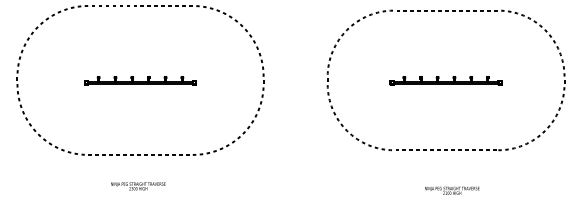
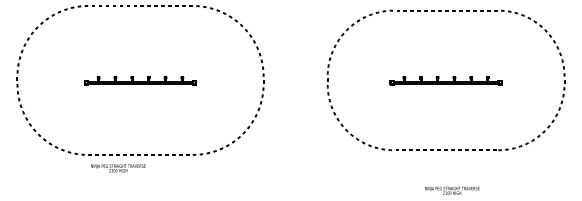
text at (138, 186) position: (138, 186) -> (118, 168)
